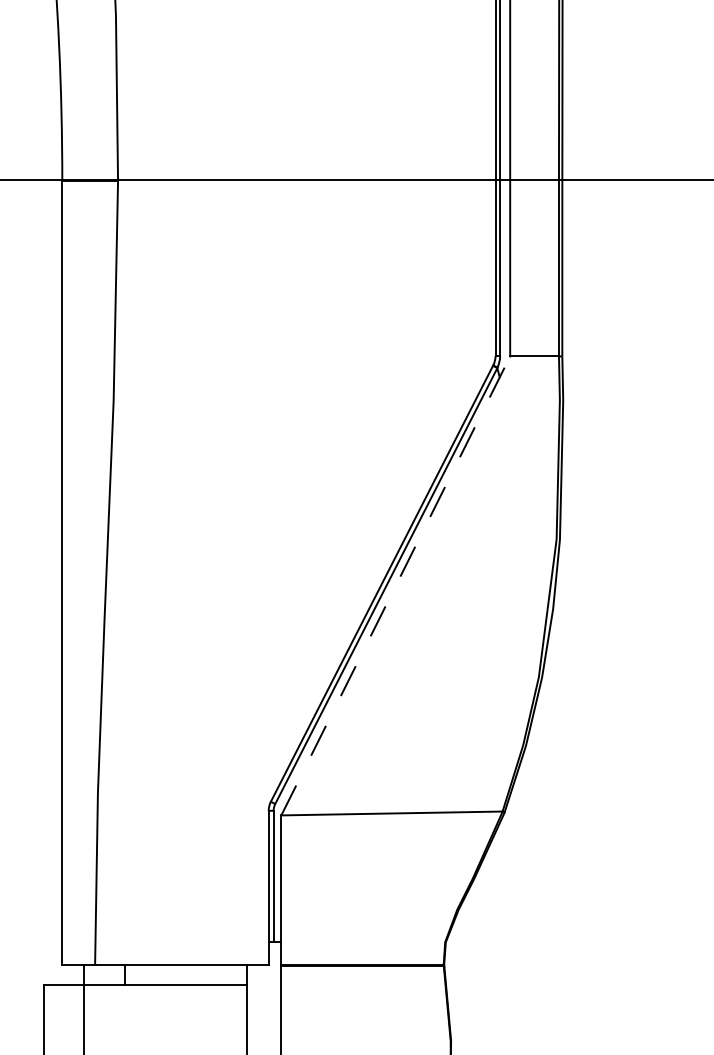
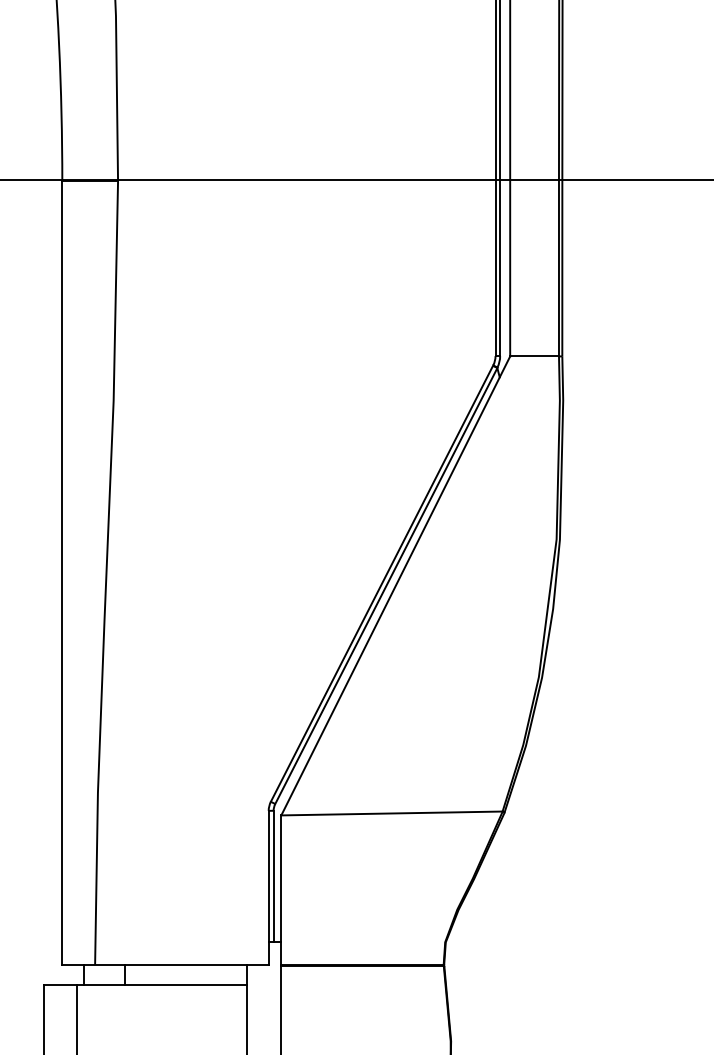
line at (395, 585): dashed -> solid
line at (84, 1018) position: (84, 1018) -> (77, 1018)
